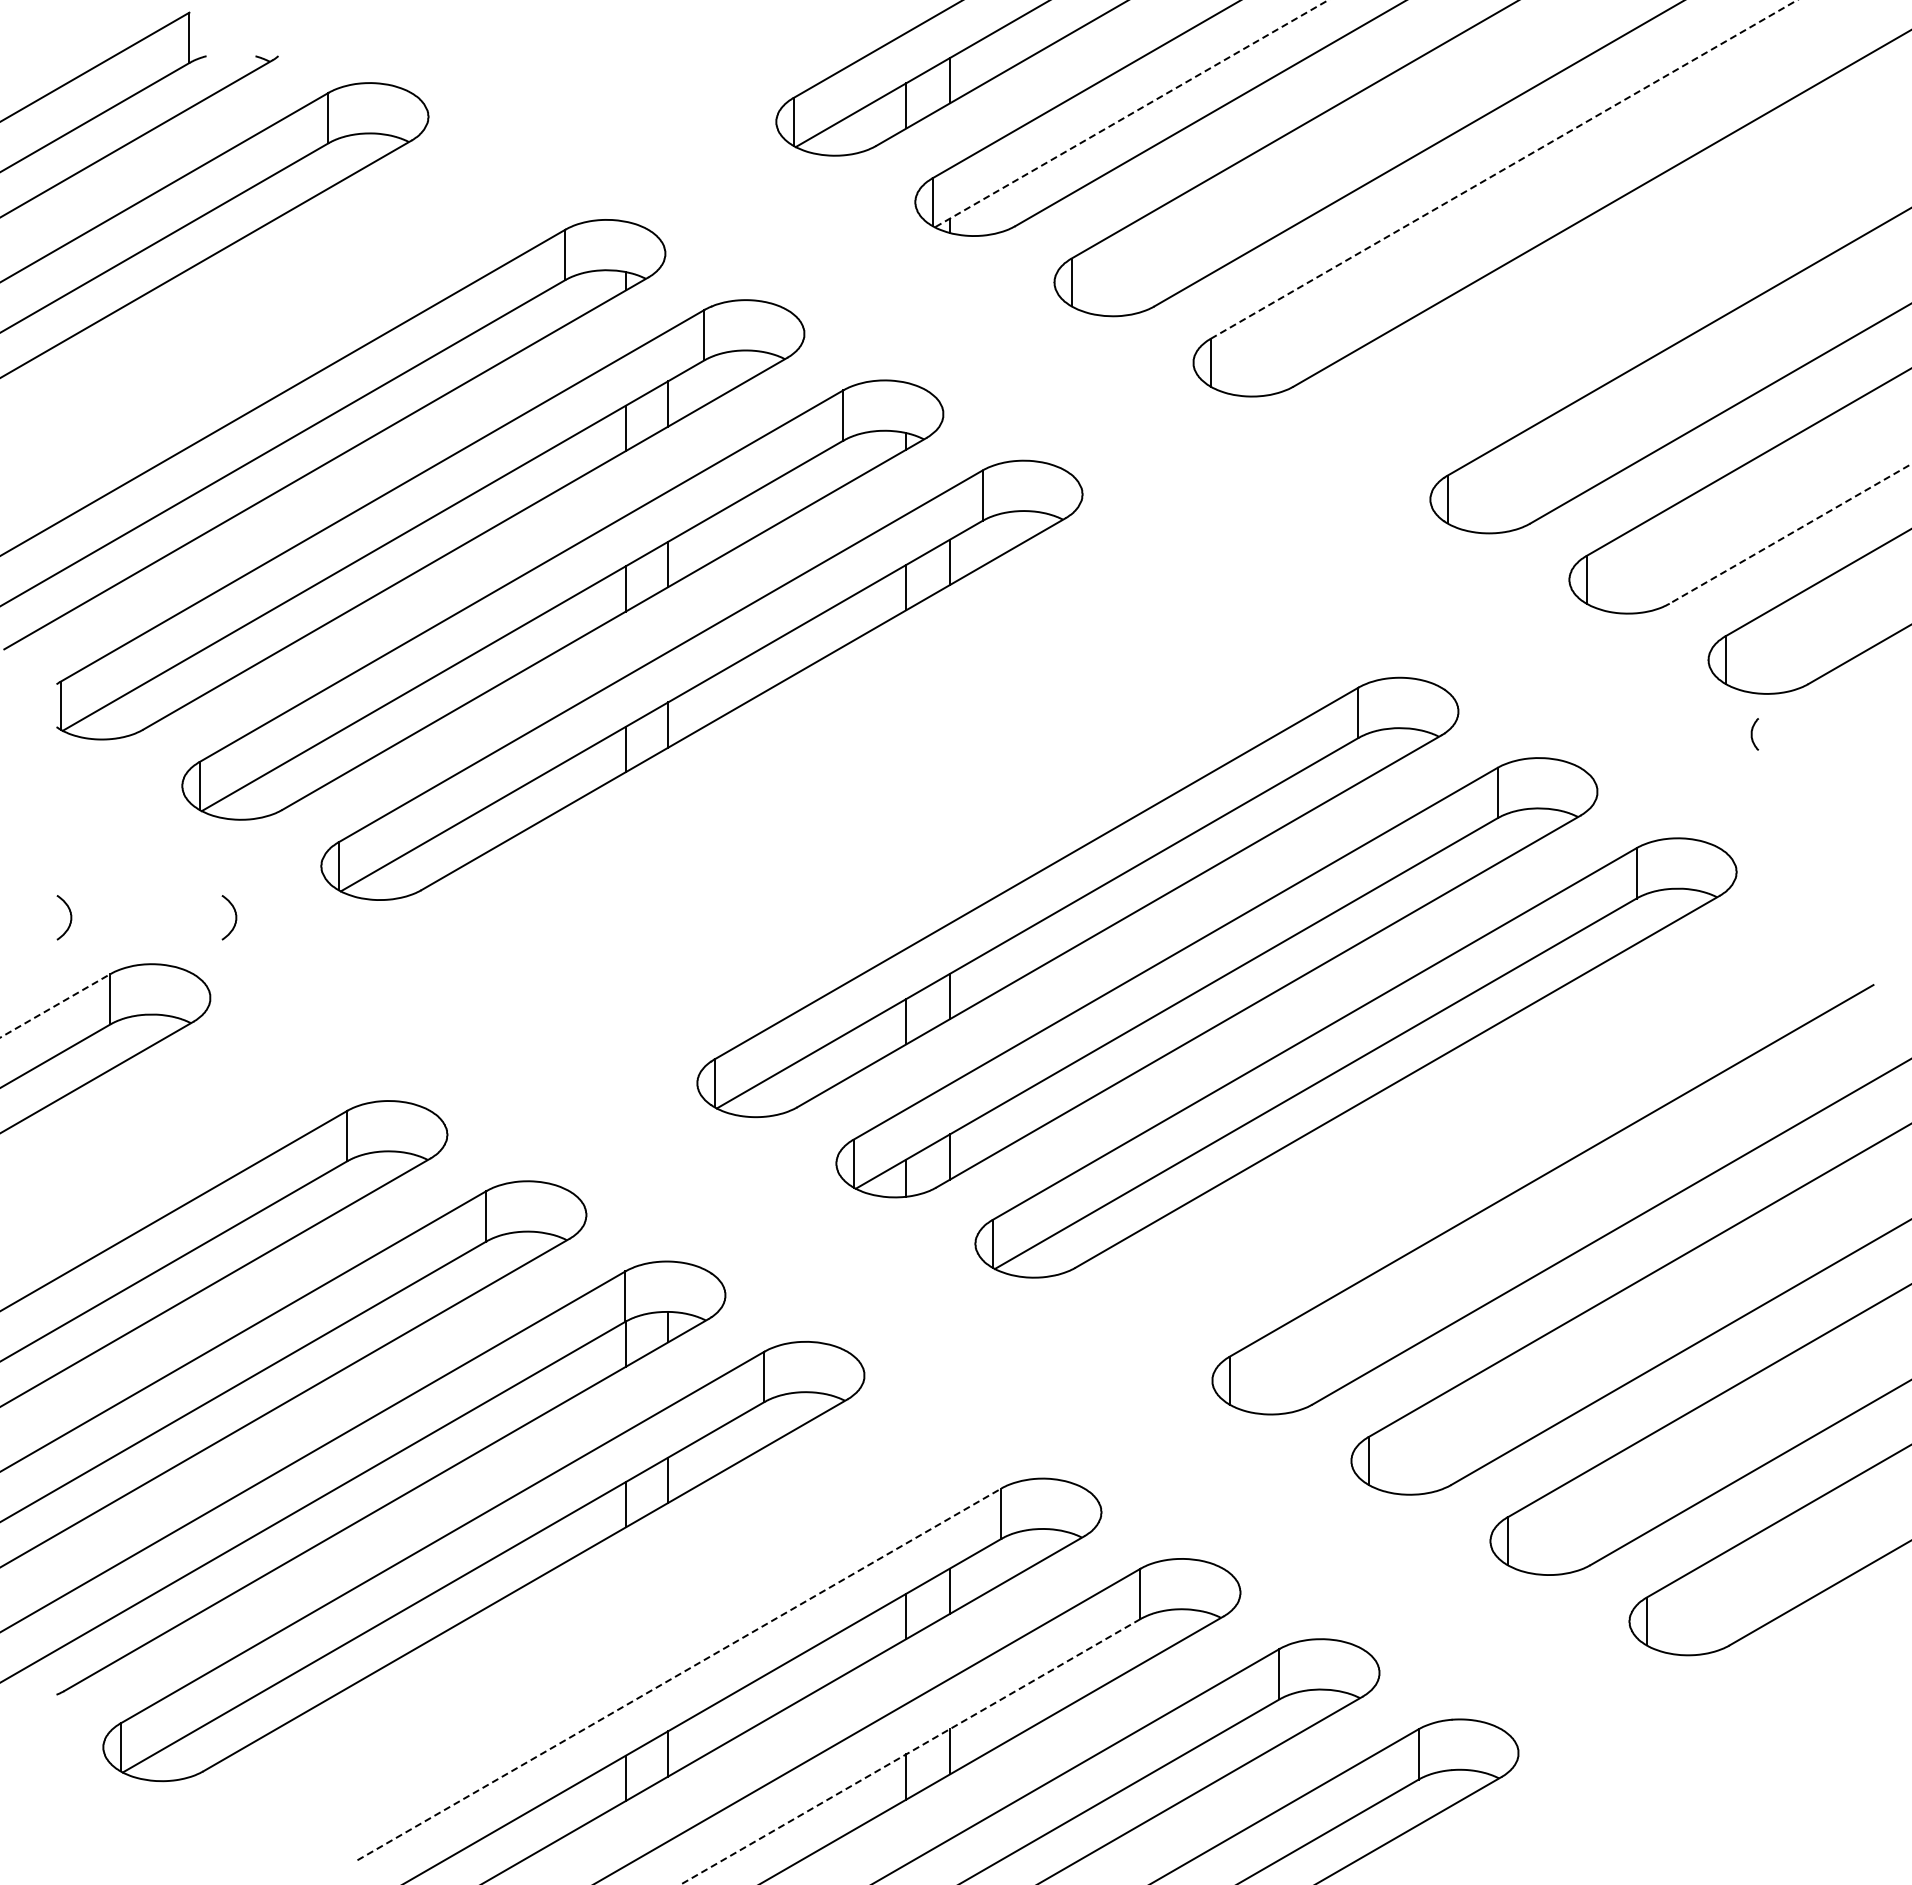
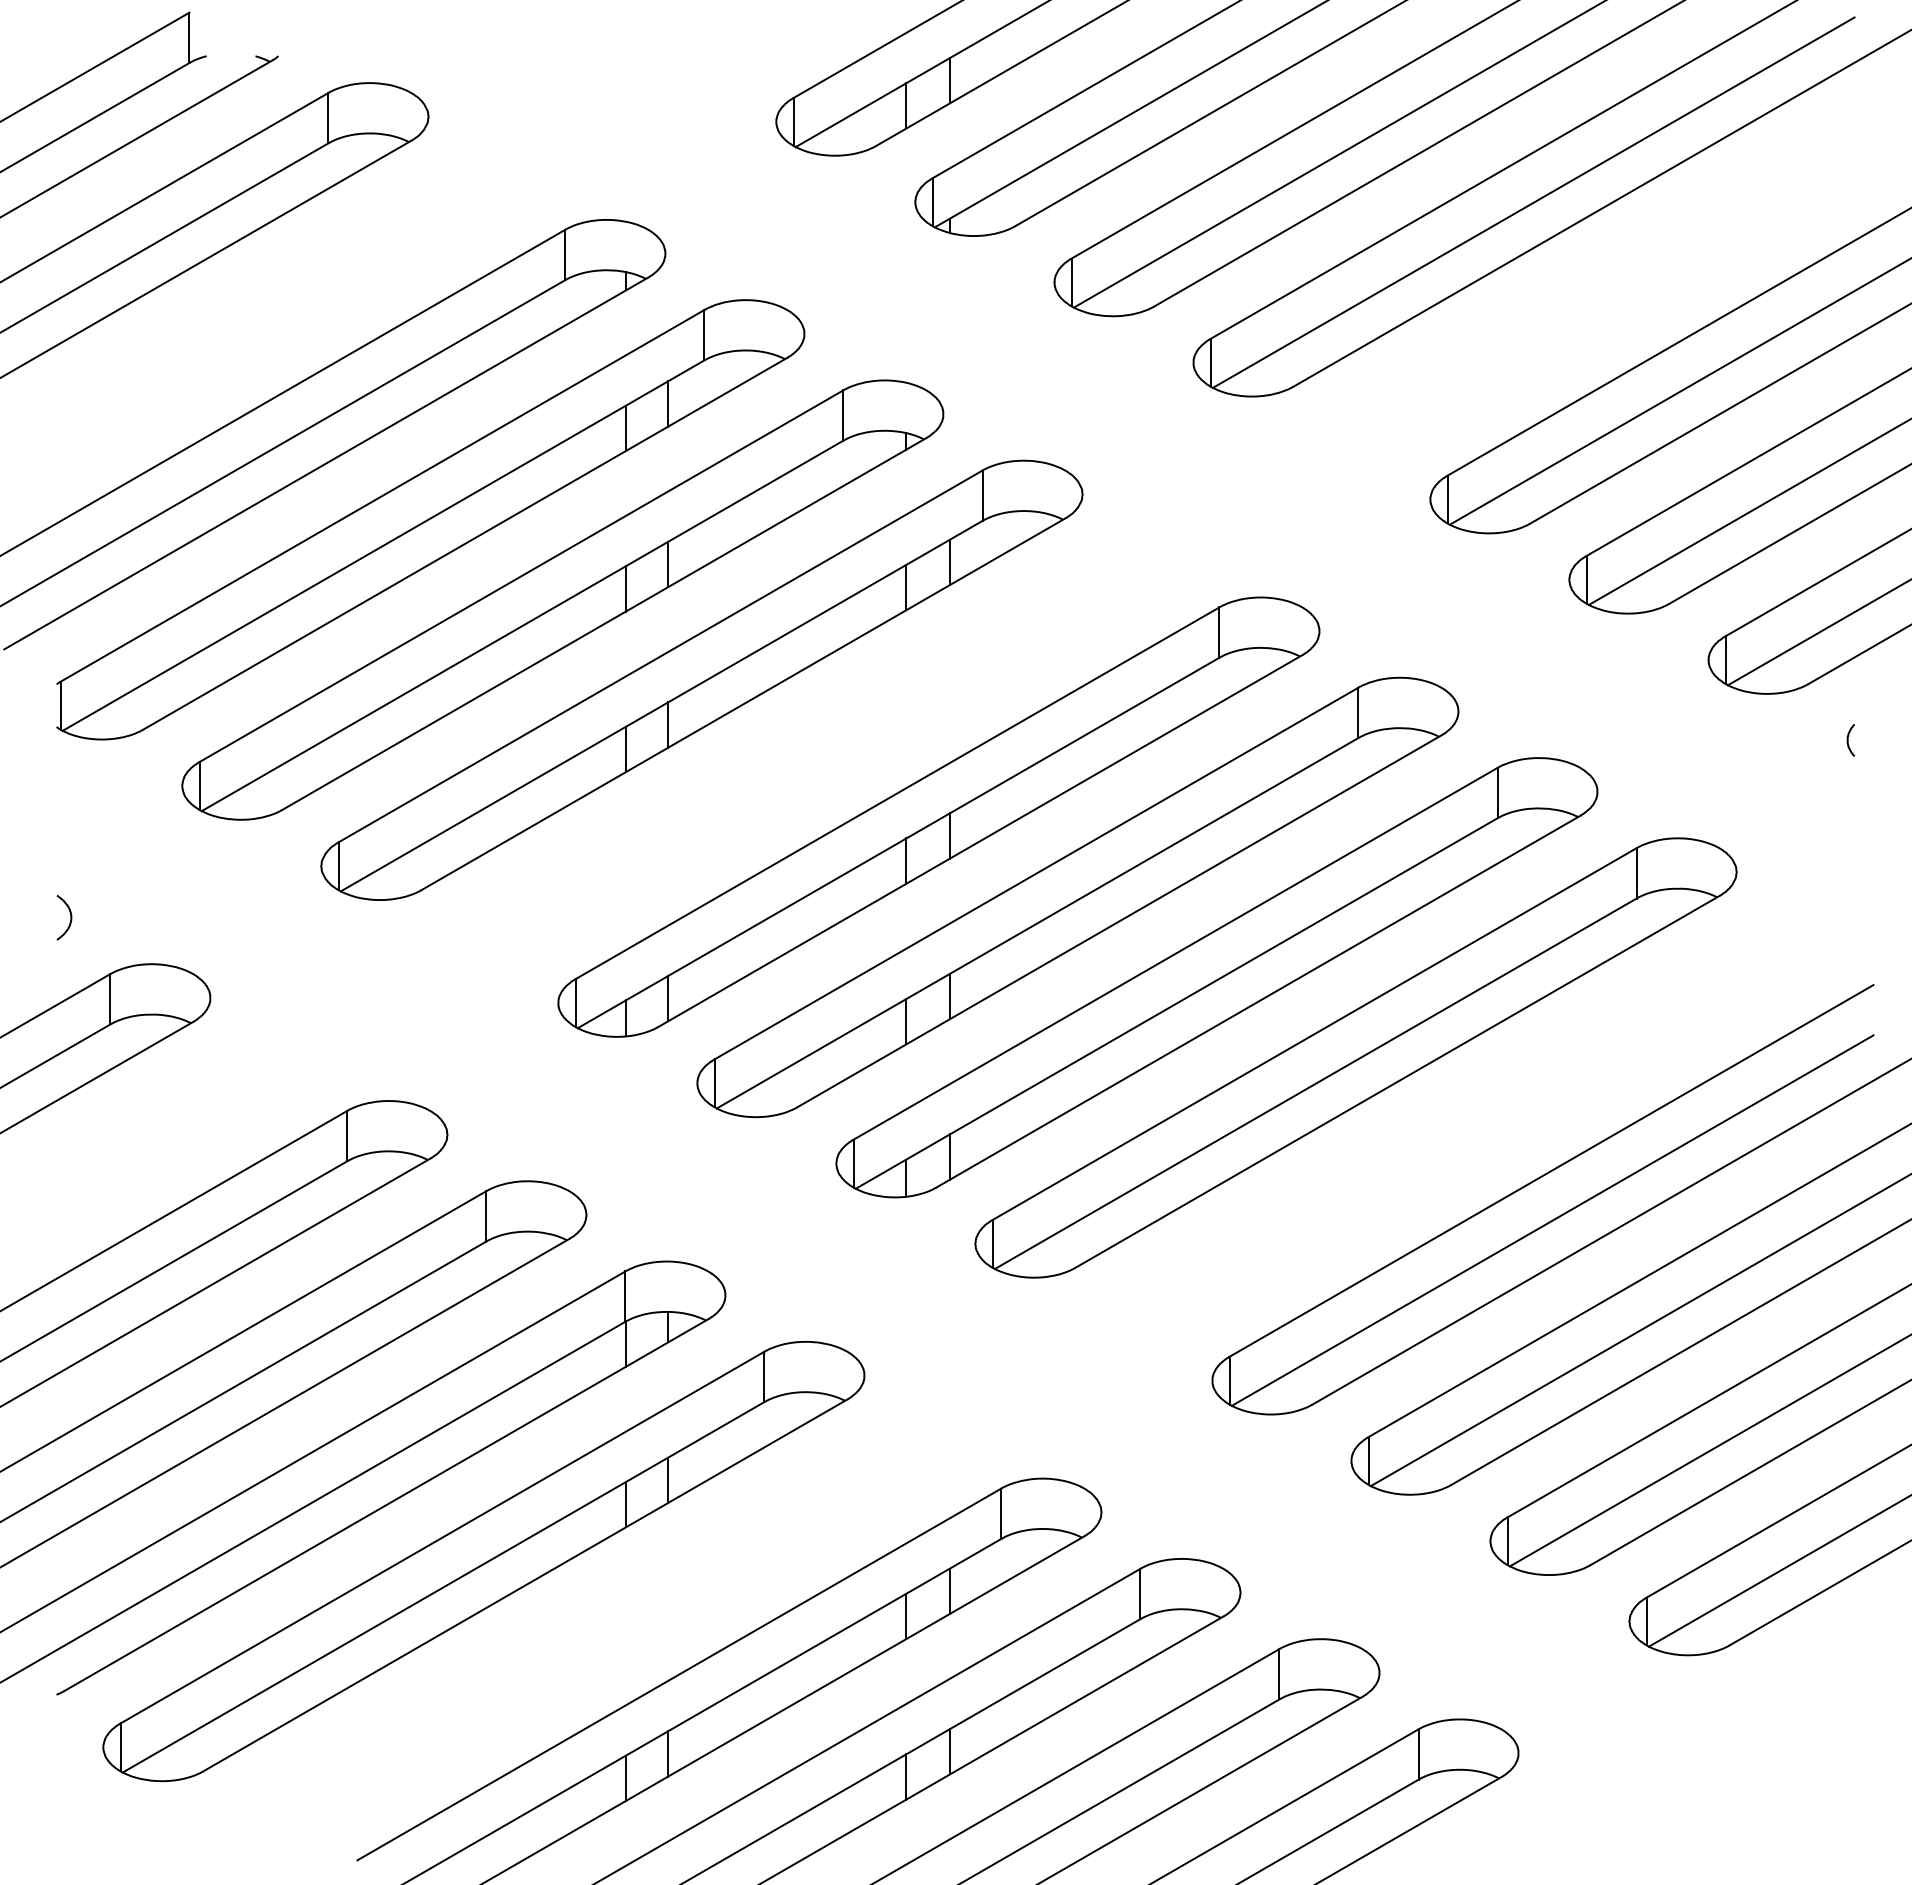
line at (1131, 113): dashed -> solid
line at (1337, 154): none -> present
line at (1504, 169): dashed -> solid
line at (1533, 202): none -> present
line at (1678, 391): none -> present
line at (1748, 512): none -> present
line at (1790, 533): dashed -> solid
line at (1817, 633): none -> present
curve at (1752, 734) position: (1752, 734) -> (1848, 740)
part at (938, 816): none -> present
curve at (235, 917): present -> none
line at (55, 1005): dashed -> solid
line at (1552, 1220): none -> present
line at (1639, 1330): none -> present
line at (1708, 1451): none -> present
line at (1778, 1571): none -> present
line at (679, 1674): dashed -> solid
line at (910, 1752): dashed -> solid
